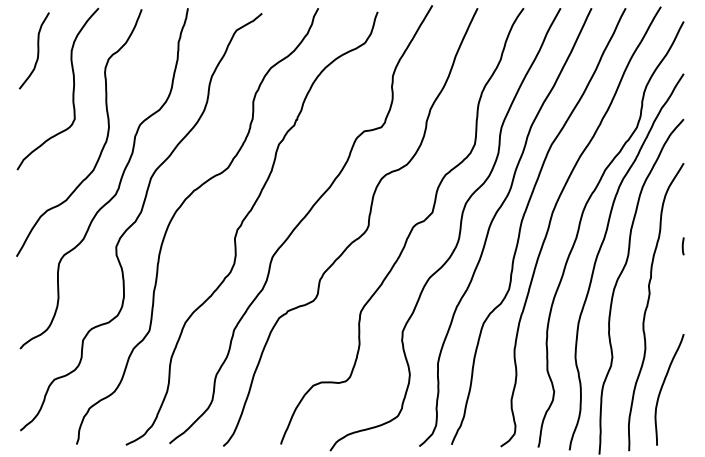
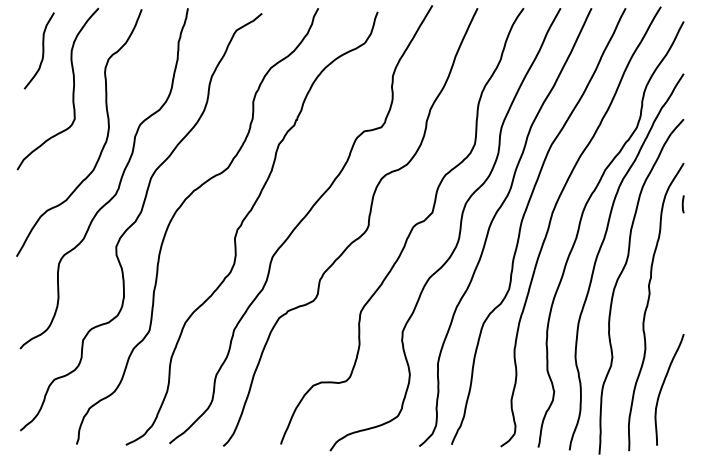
curve at (37, 50) position: (37, 50) -> (42, 50)
line at (682, 246) position: (682, 246) -> (682, 204)
